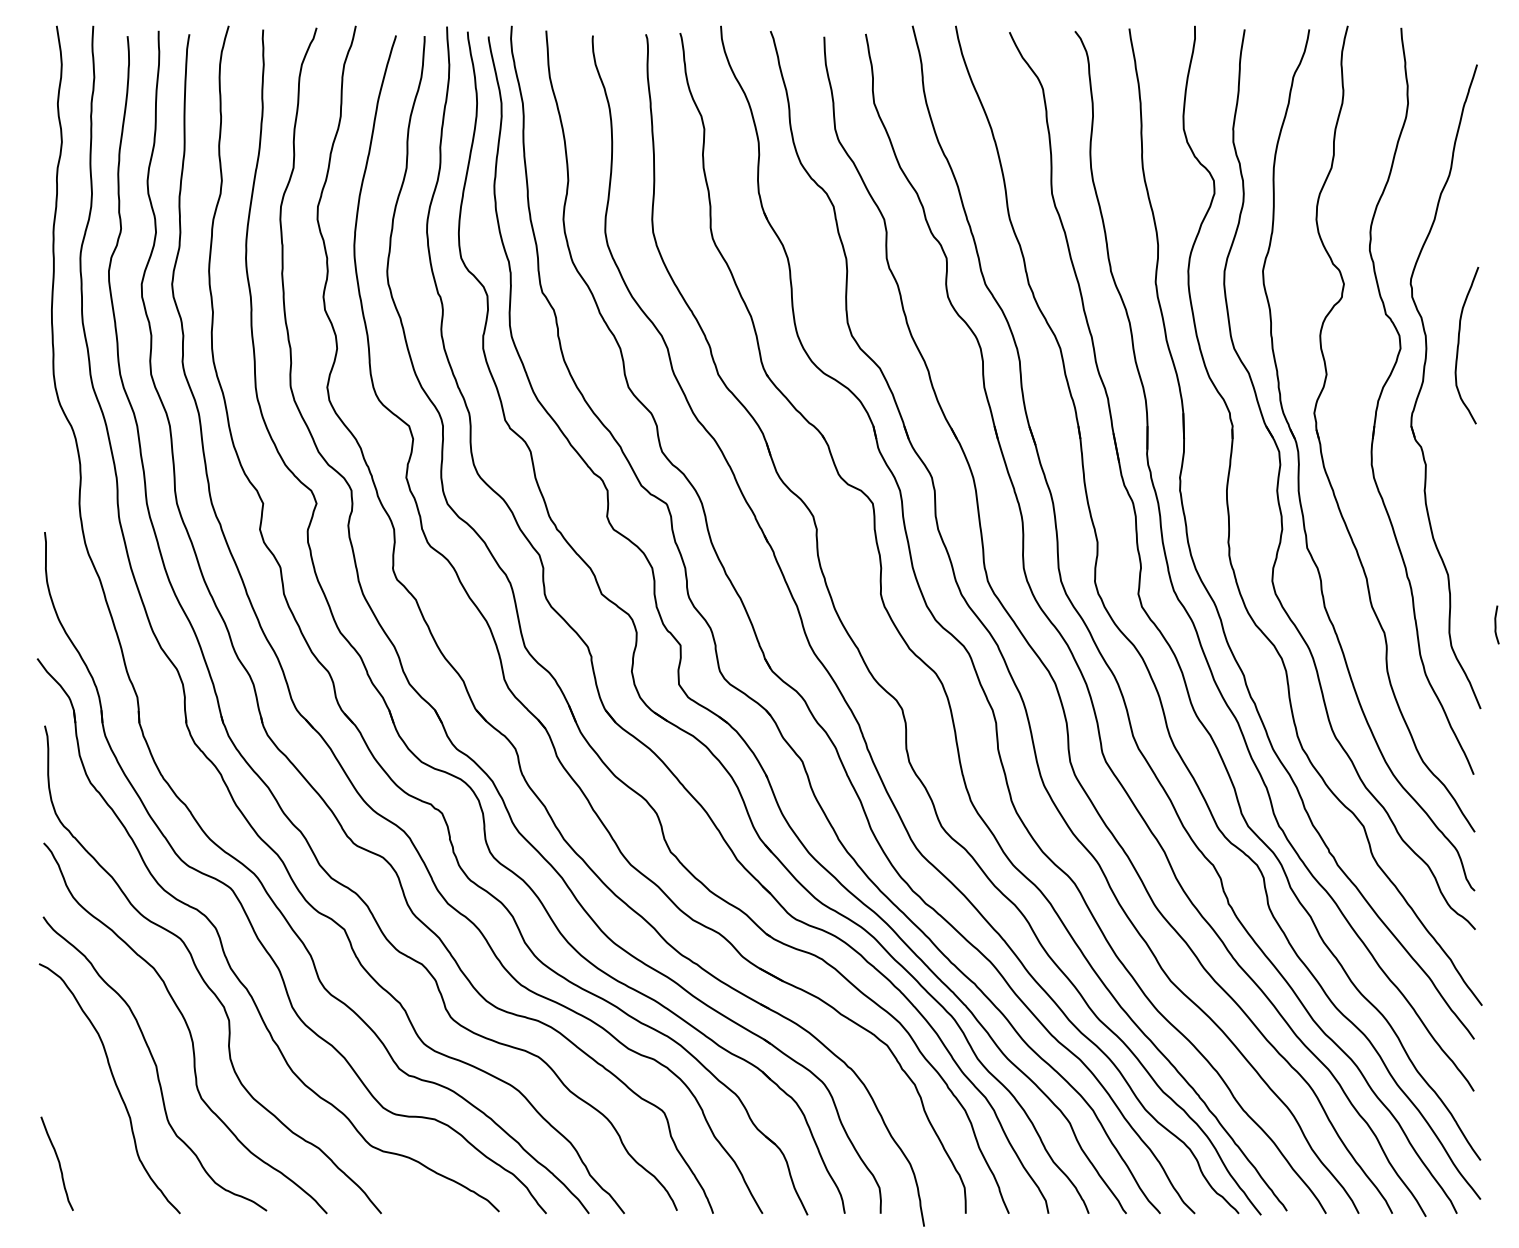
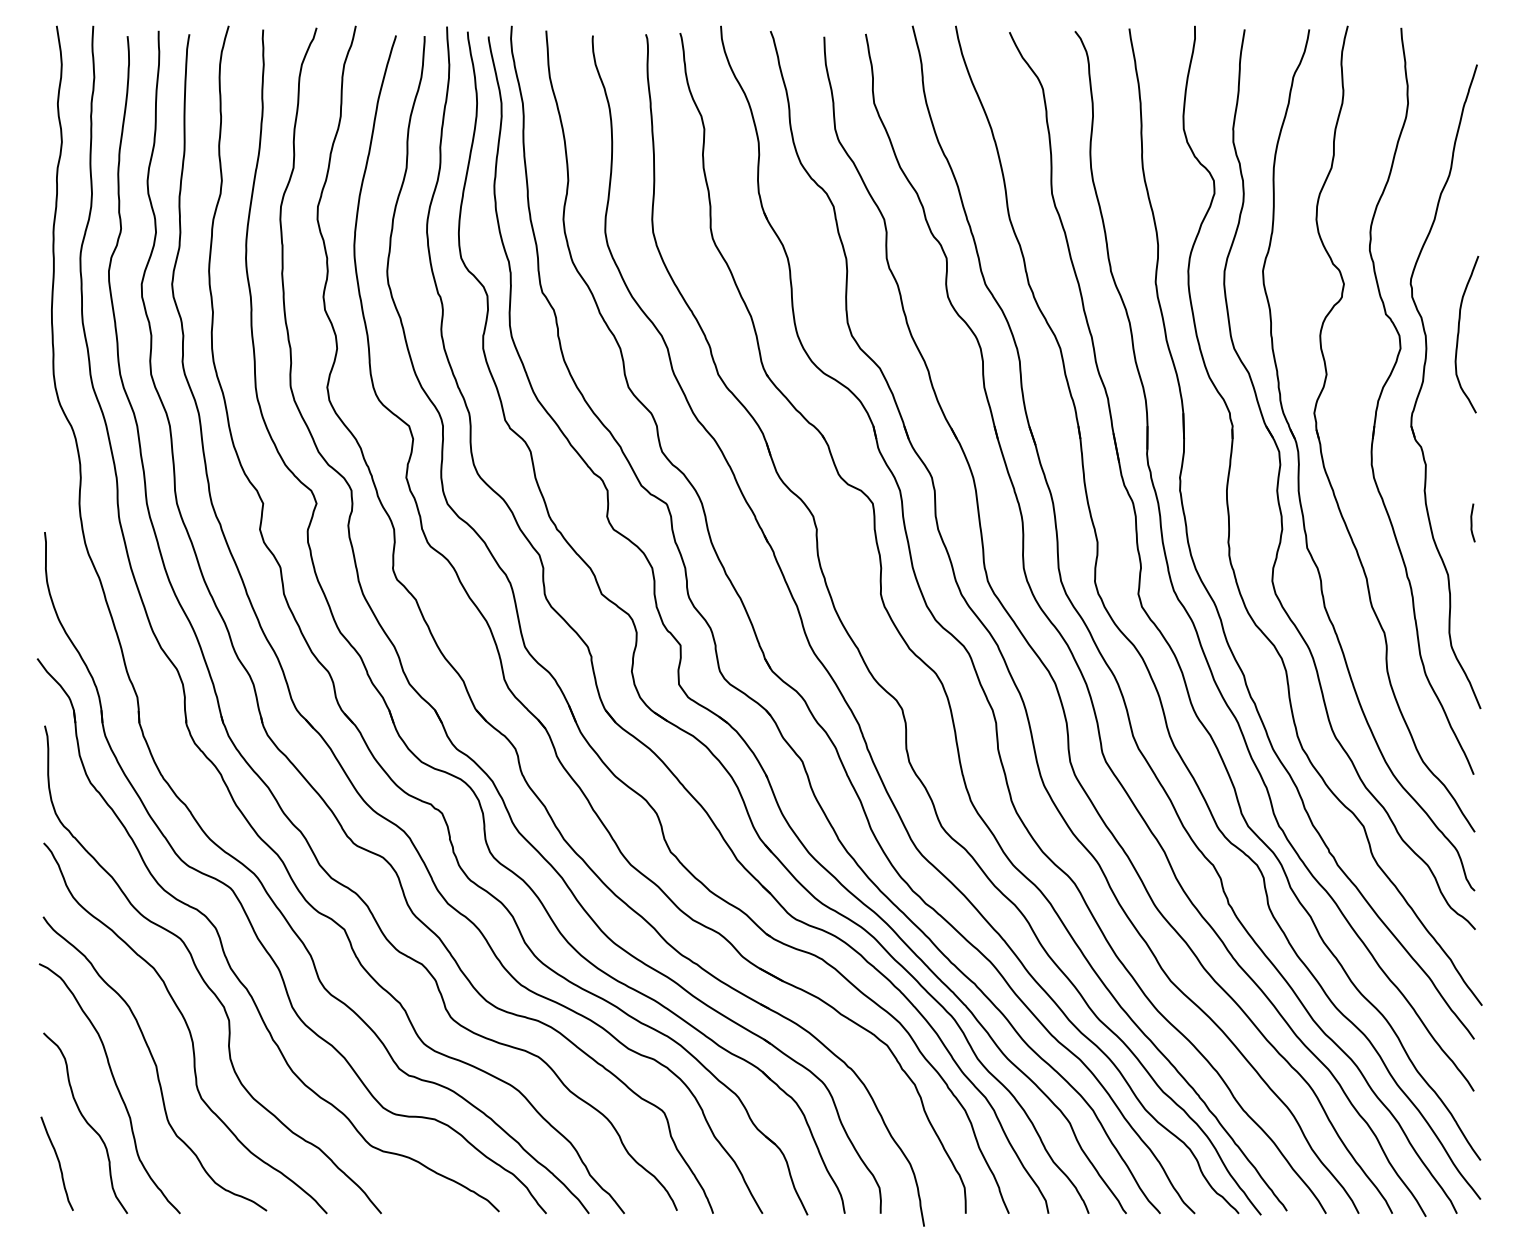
curve at (1459, 344) position: (1459, 344) -> (1459, 333)
curve at (1496, 624) position: (1496, 624) -> (1472, 522)
curve at (85, 1121): none -> present
